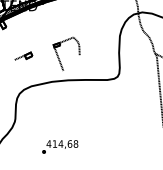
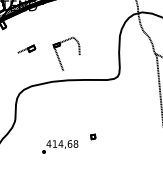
part at (23, 55) position: (23, 55) -> (26, 48)
part at (93, 136): none -> present
